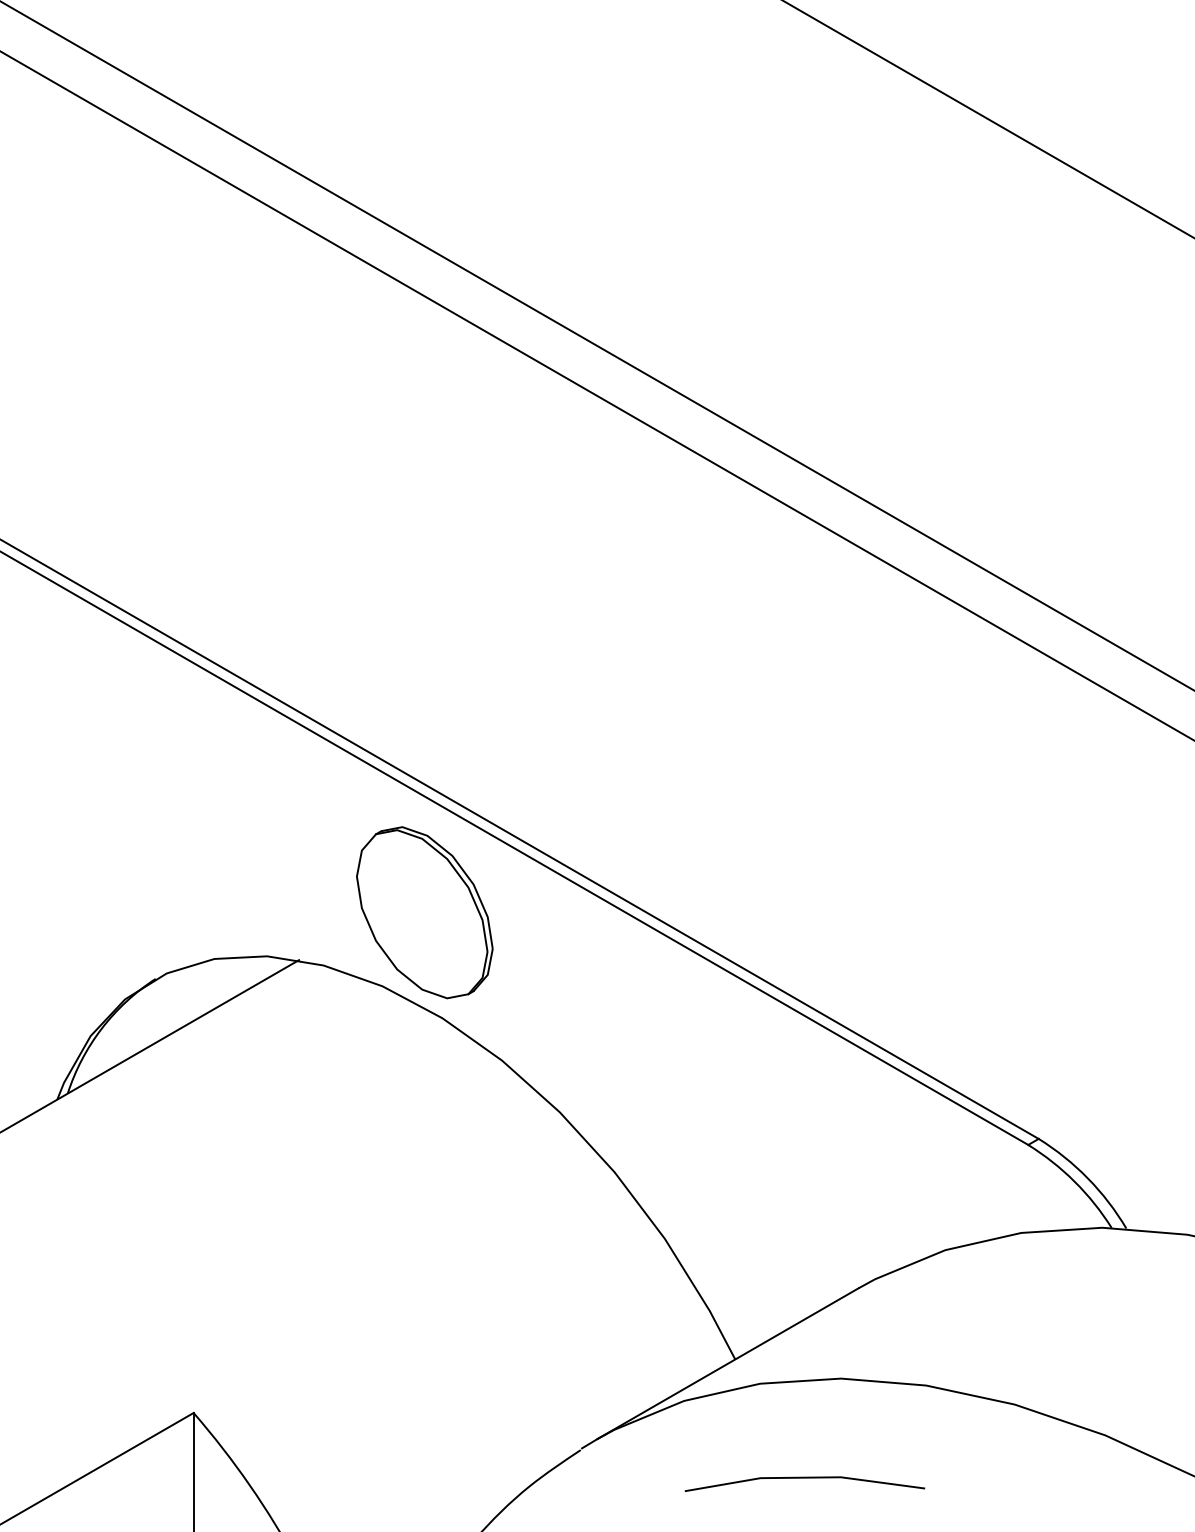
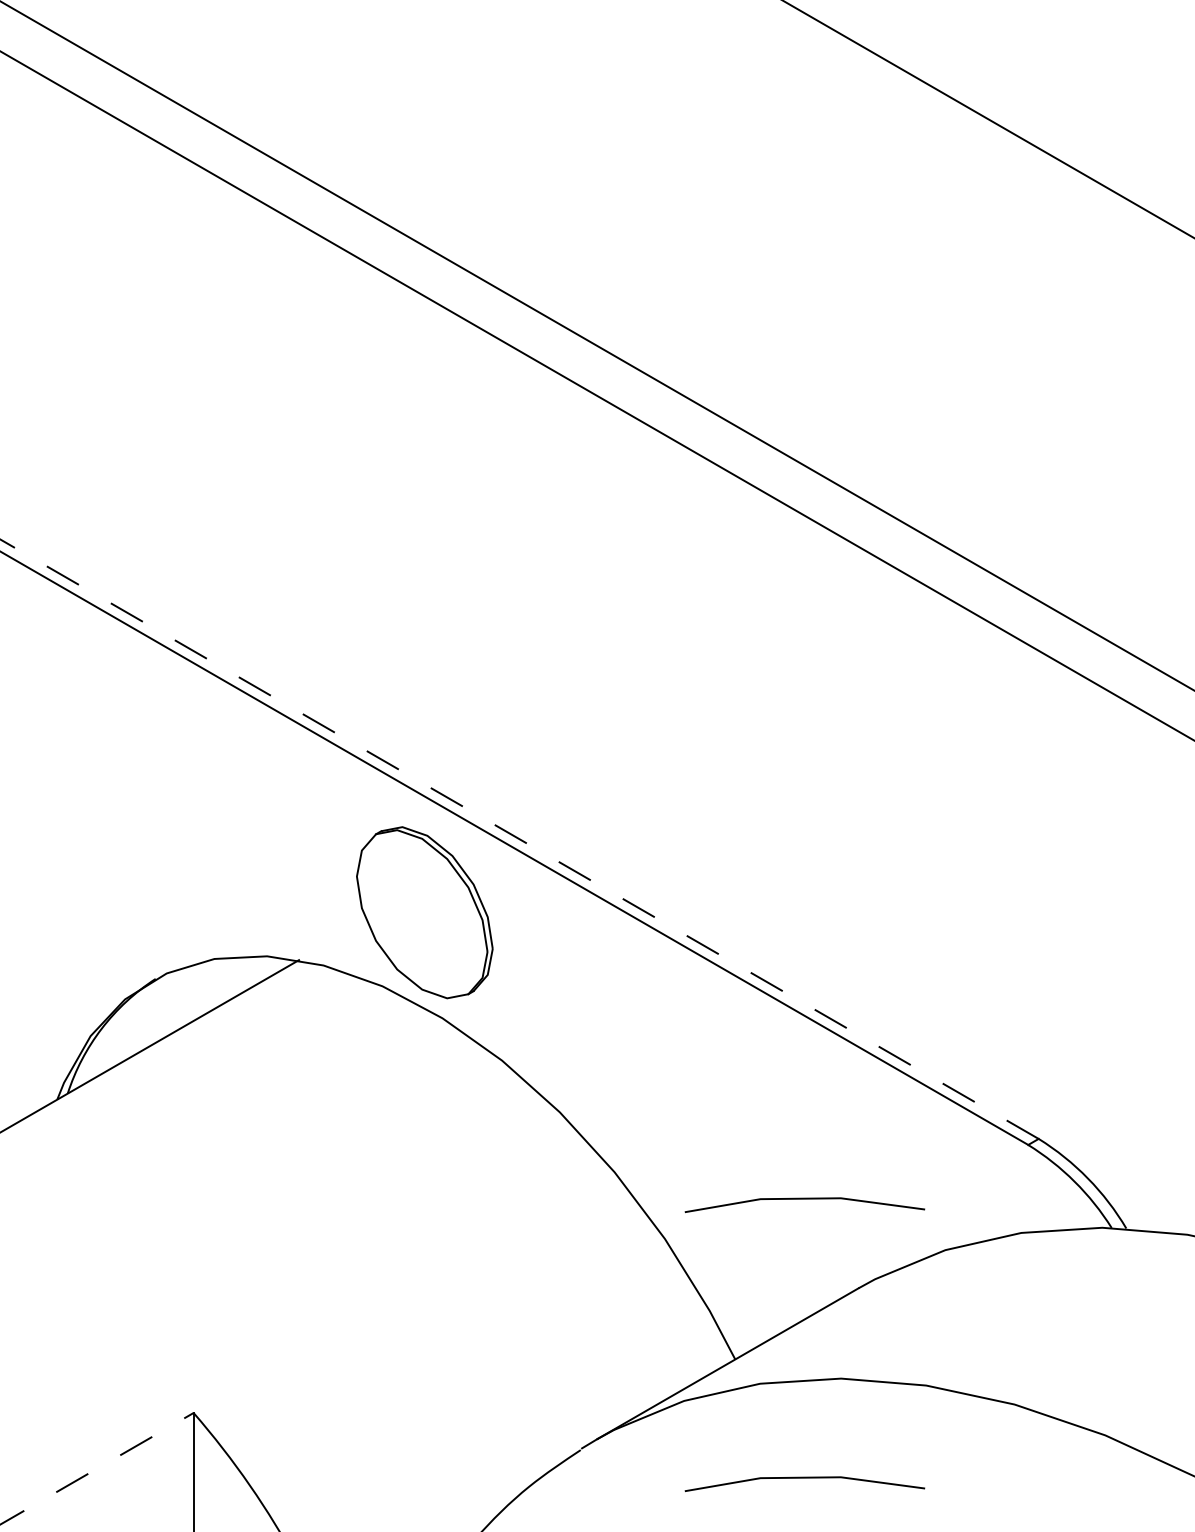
line at (519, 839): solid -> dashed
line at (804, 1199): none -> present
line at (96, 1468): solid -> dashed
